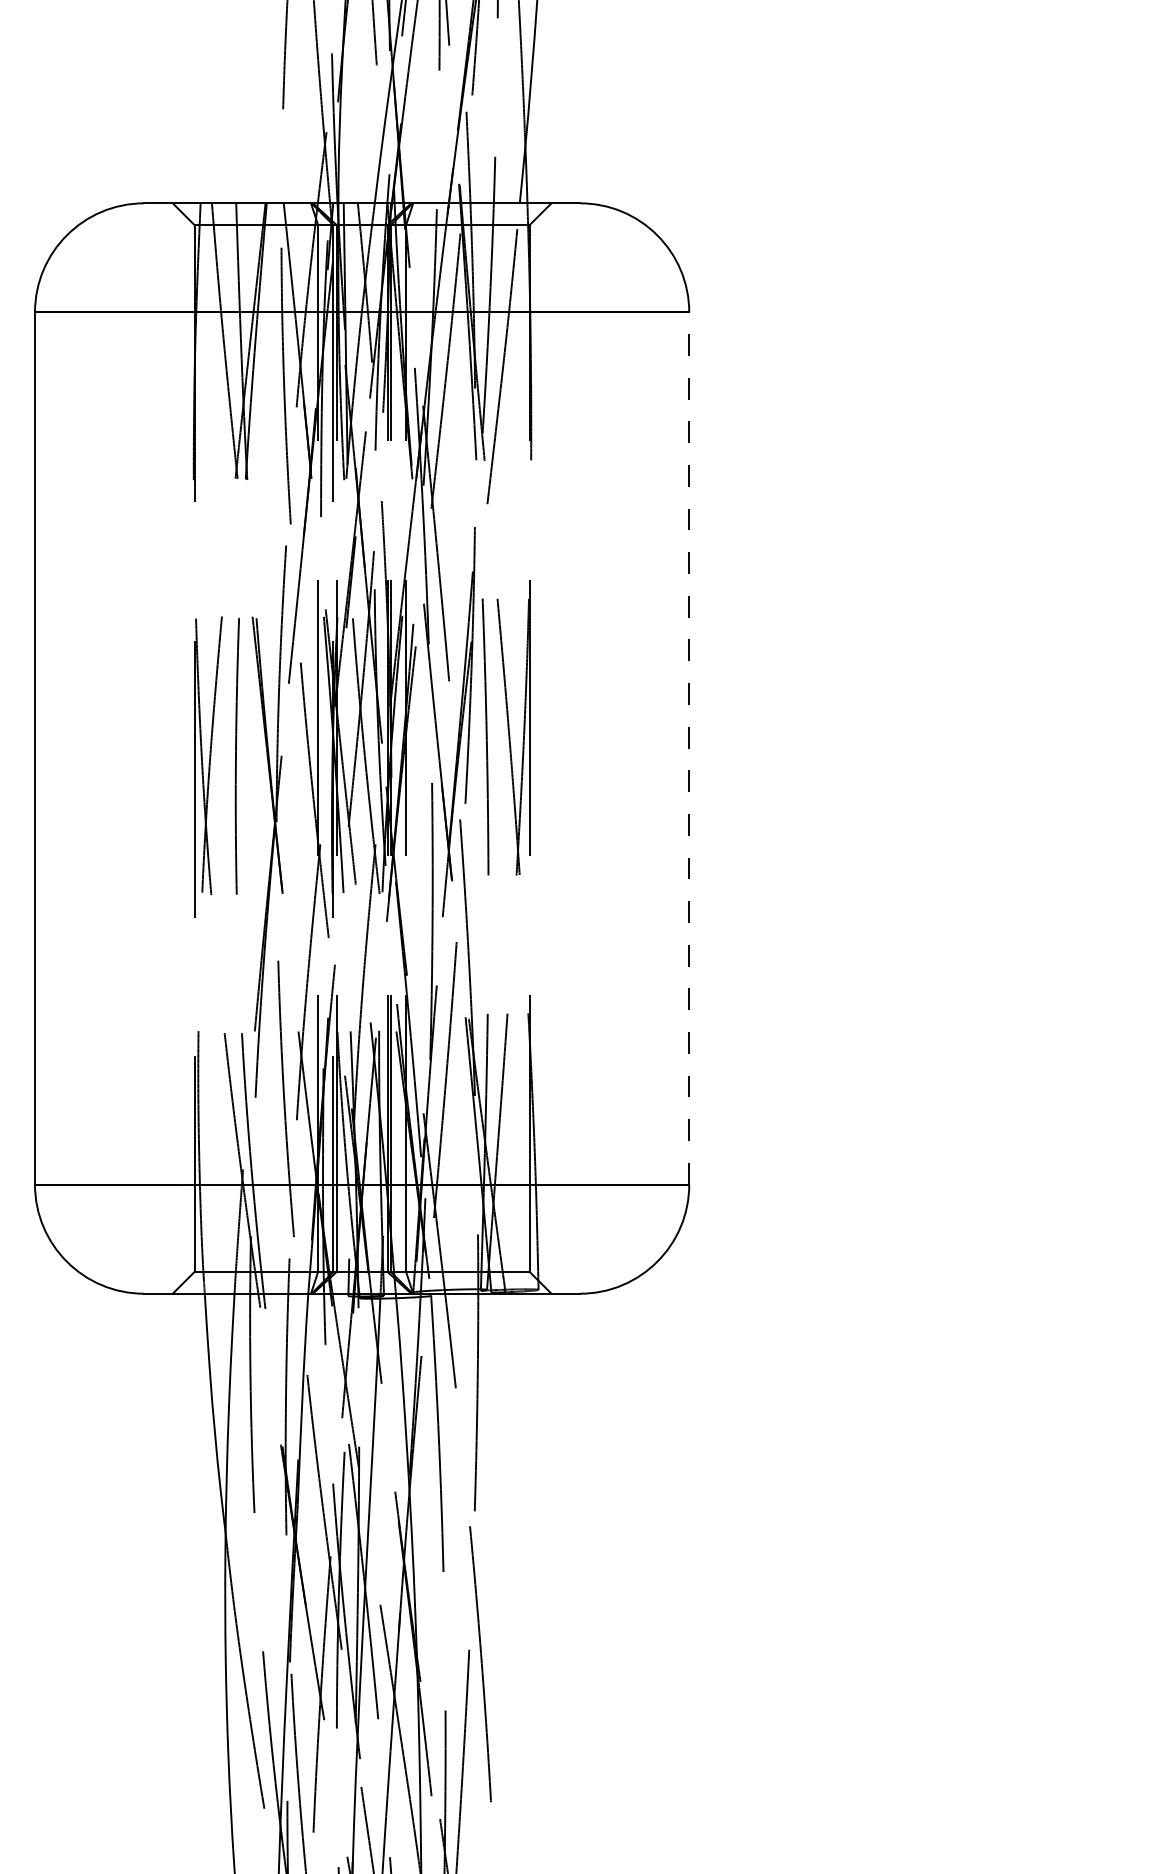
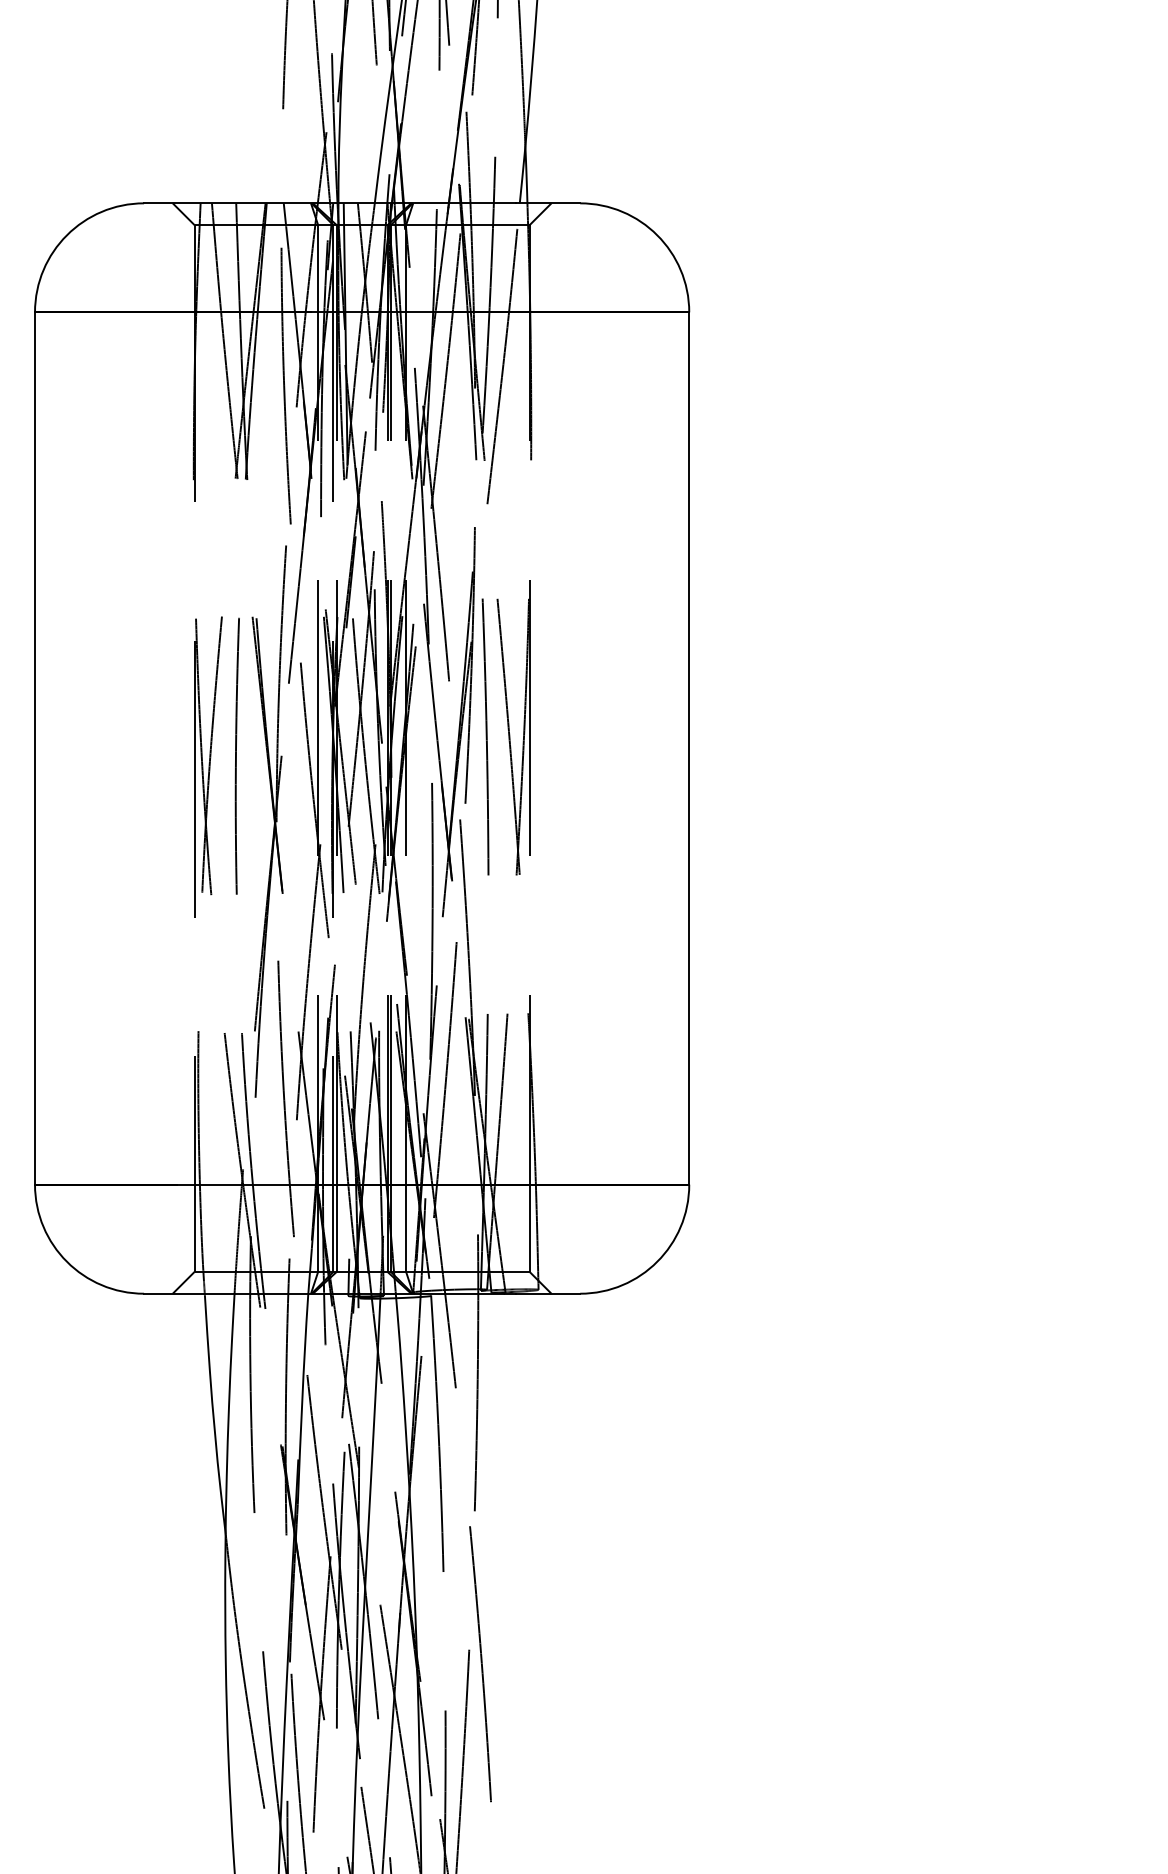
line at (689, 748): dashed -> solid
